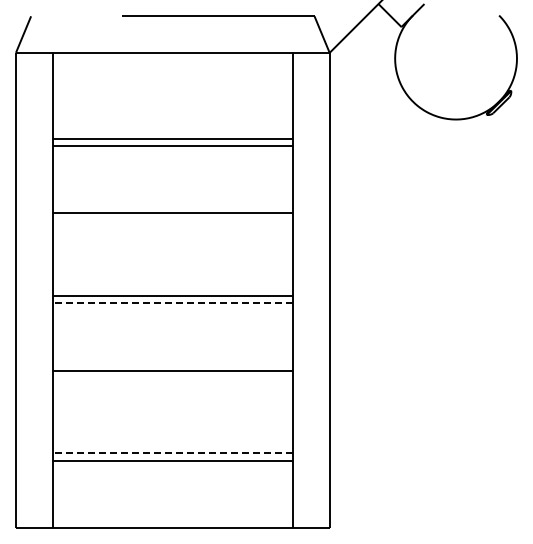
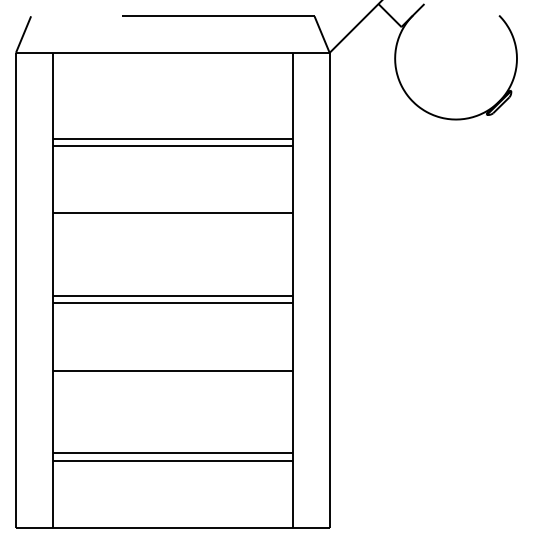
line at (172, 303): dashed -> solid
line at (172, 452): dashed -> solid
